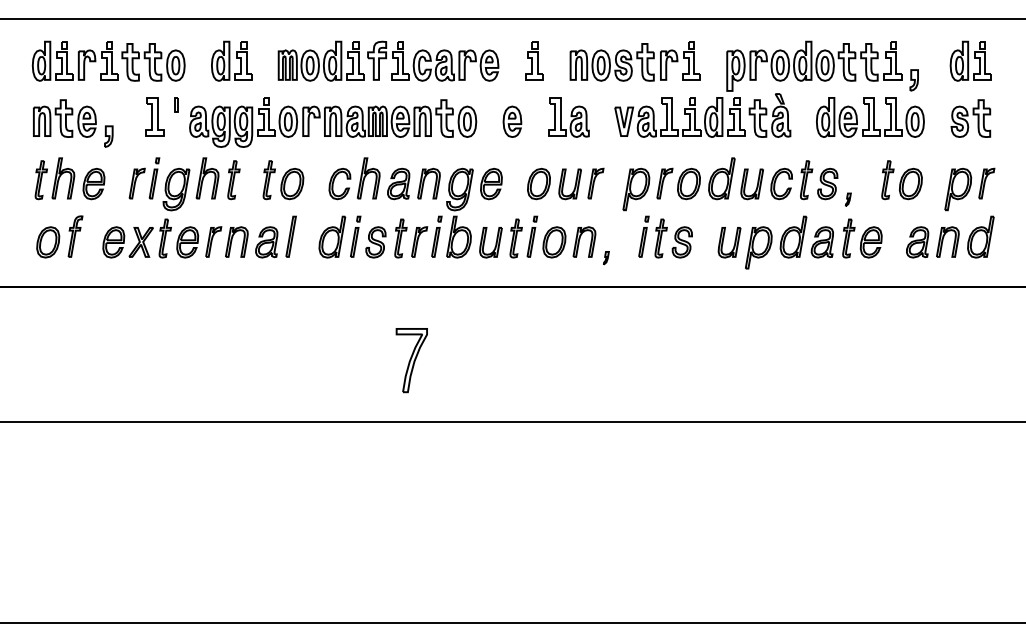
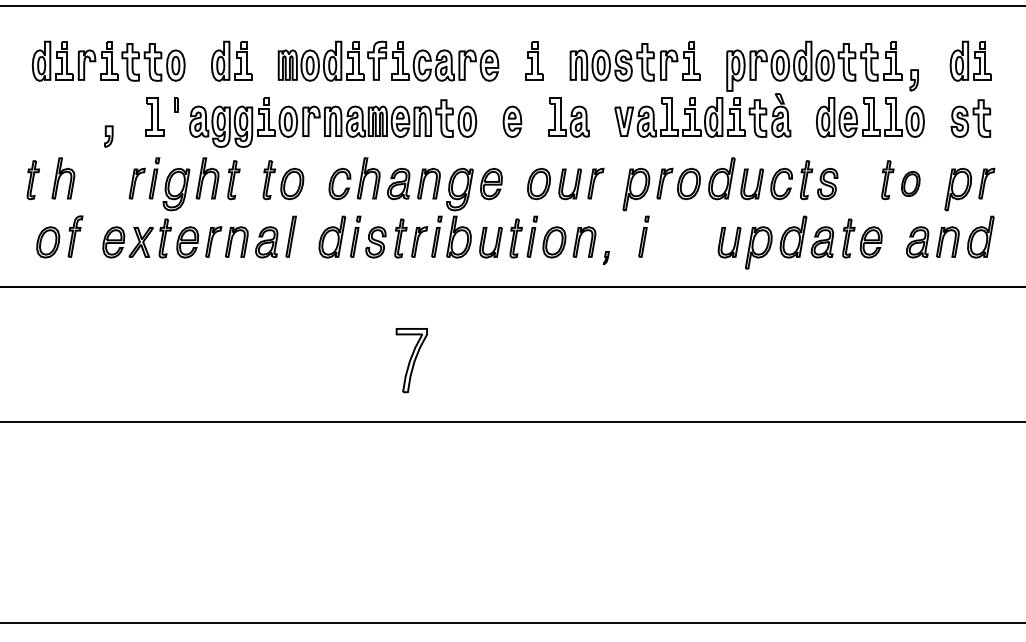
line at (512, 19) position: (512, 19) -> (512, 6)
part at (64, 118): present -> none
part at (40, 180) position: (40, 180) -> (32, 180)
part at (93, 183): present -> none
part at (910, 183) size: 25x34 px -> 20x27 px
part at (848, 199): present -> none
part at (673, 238): present -> none
